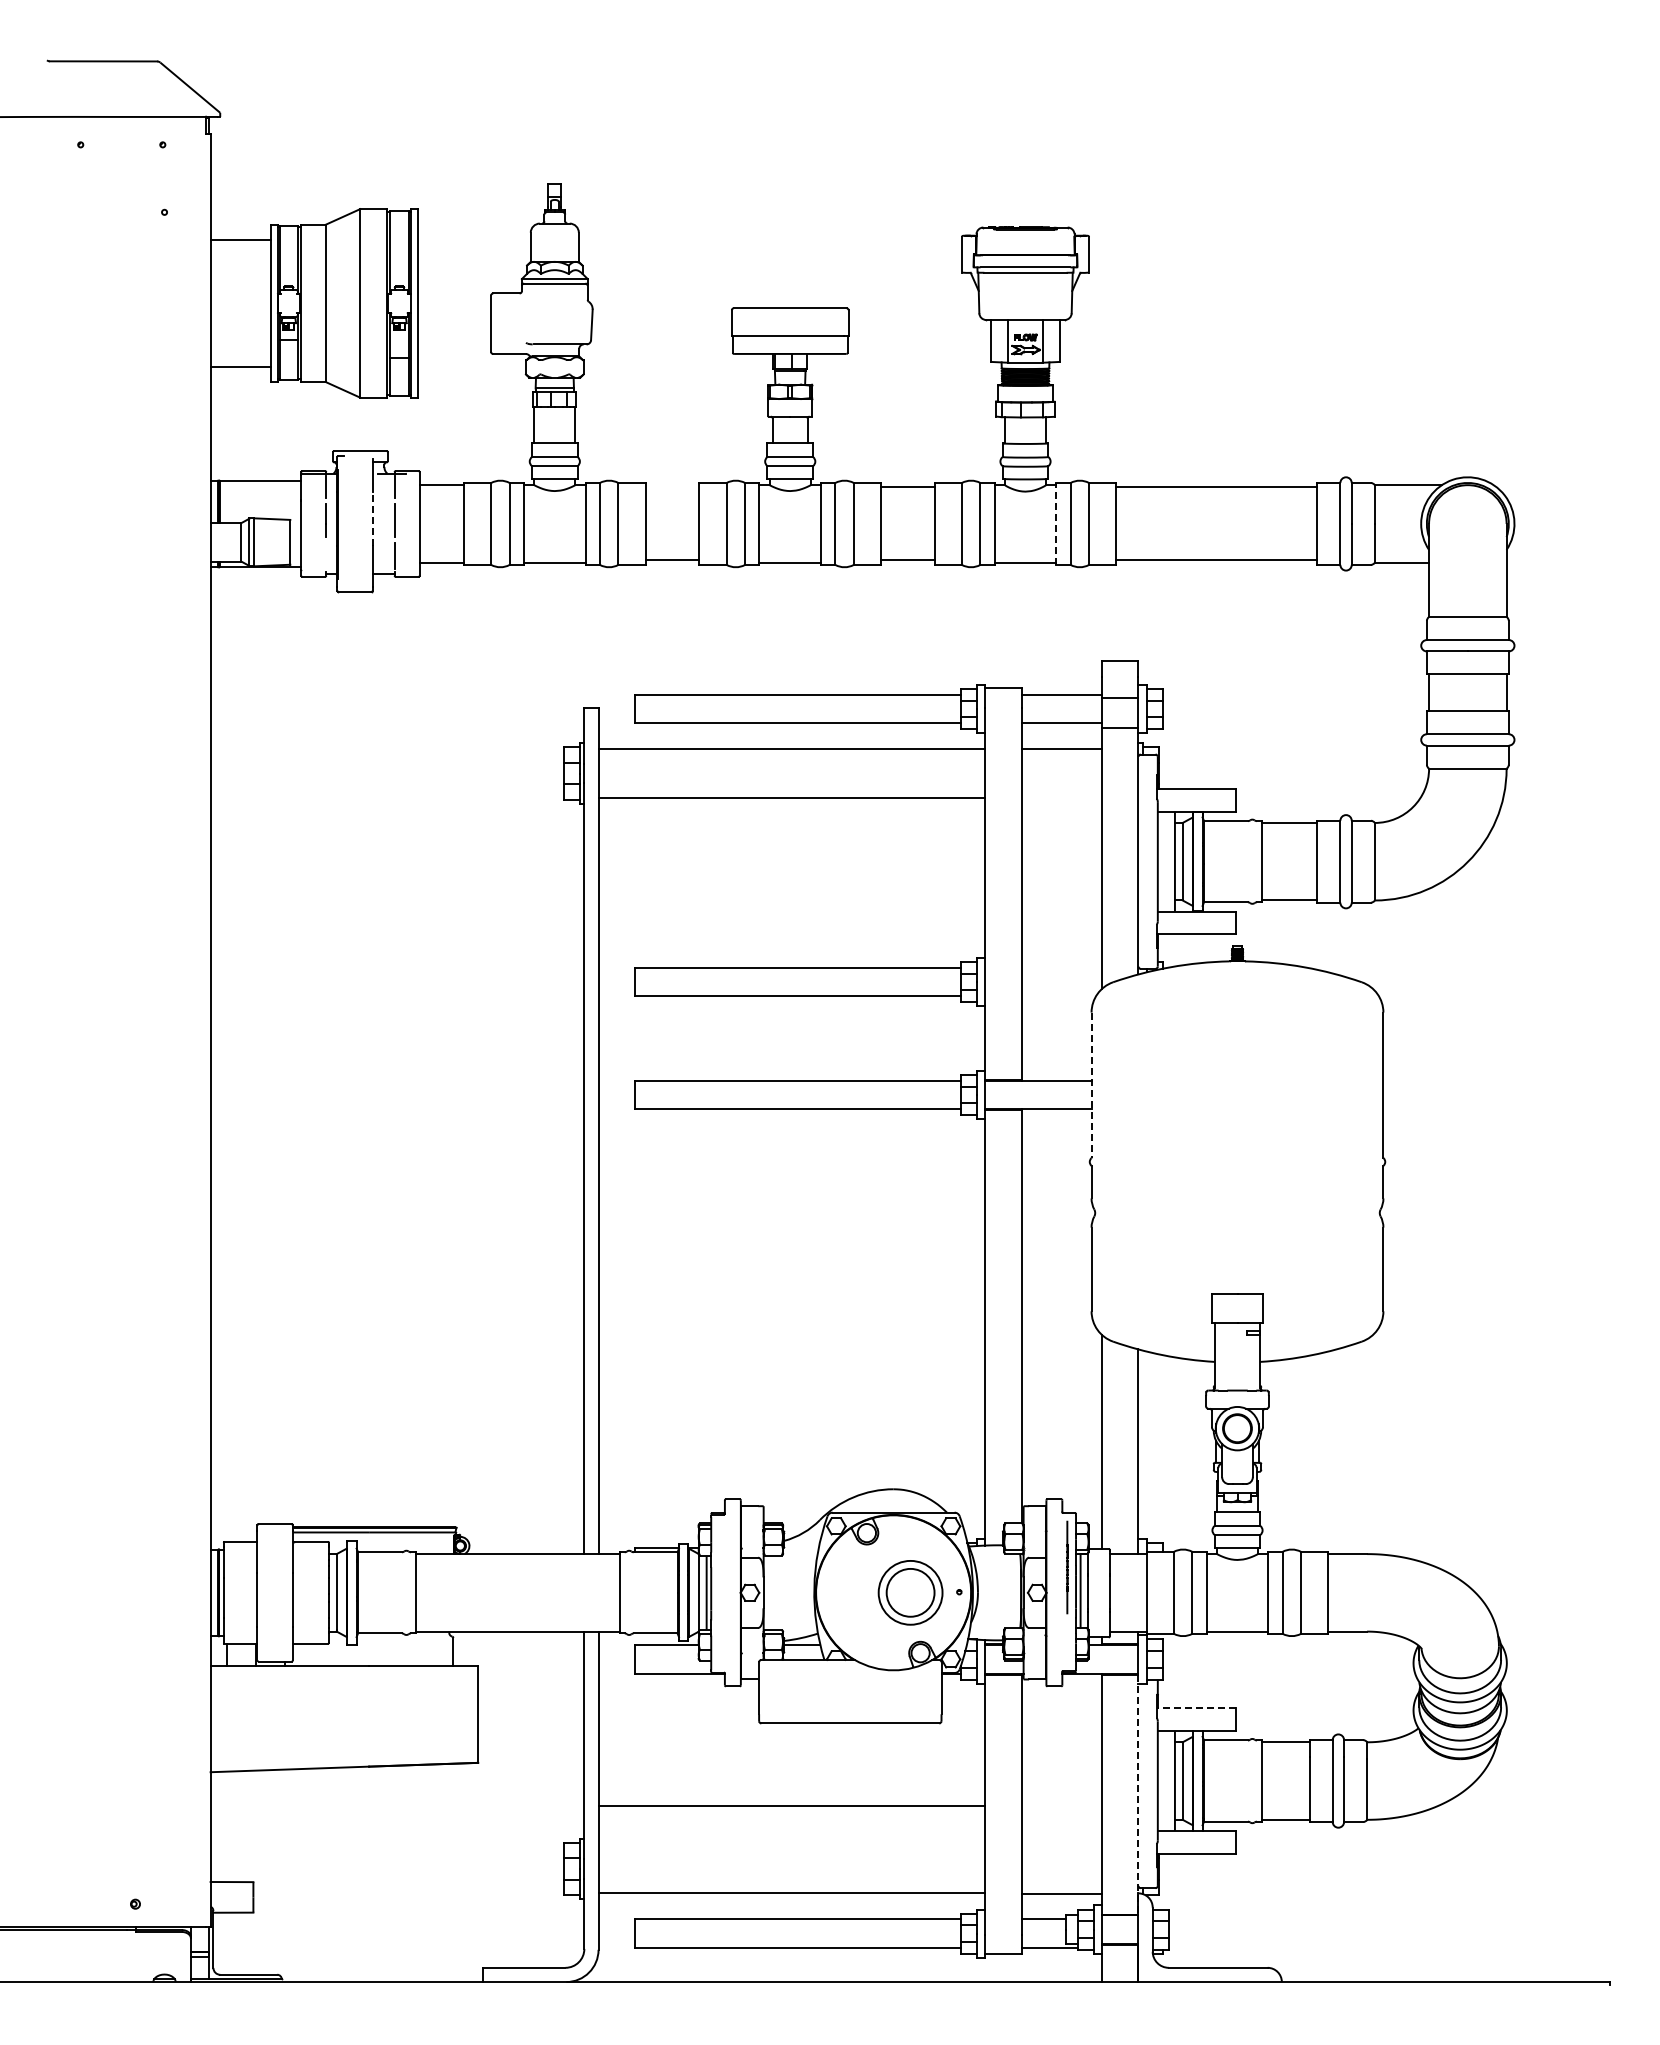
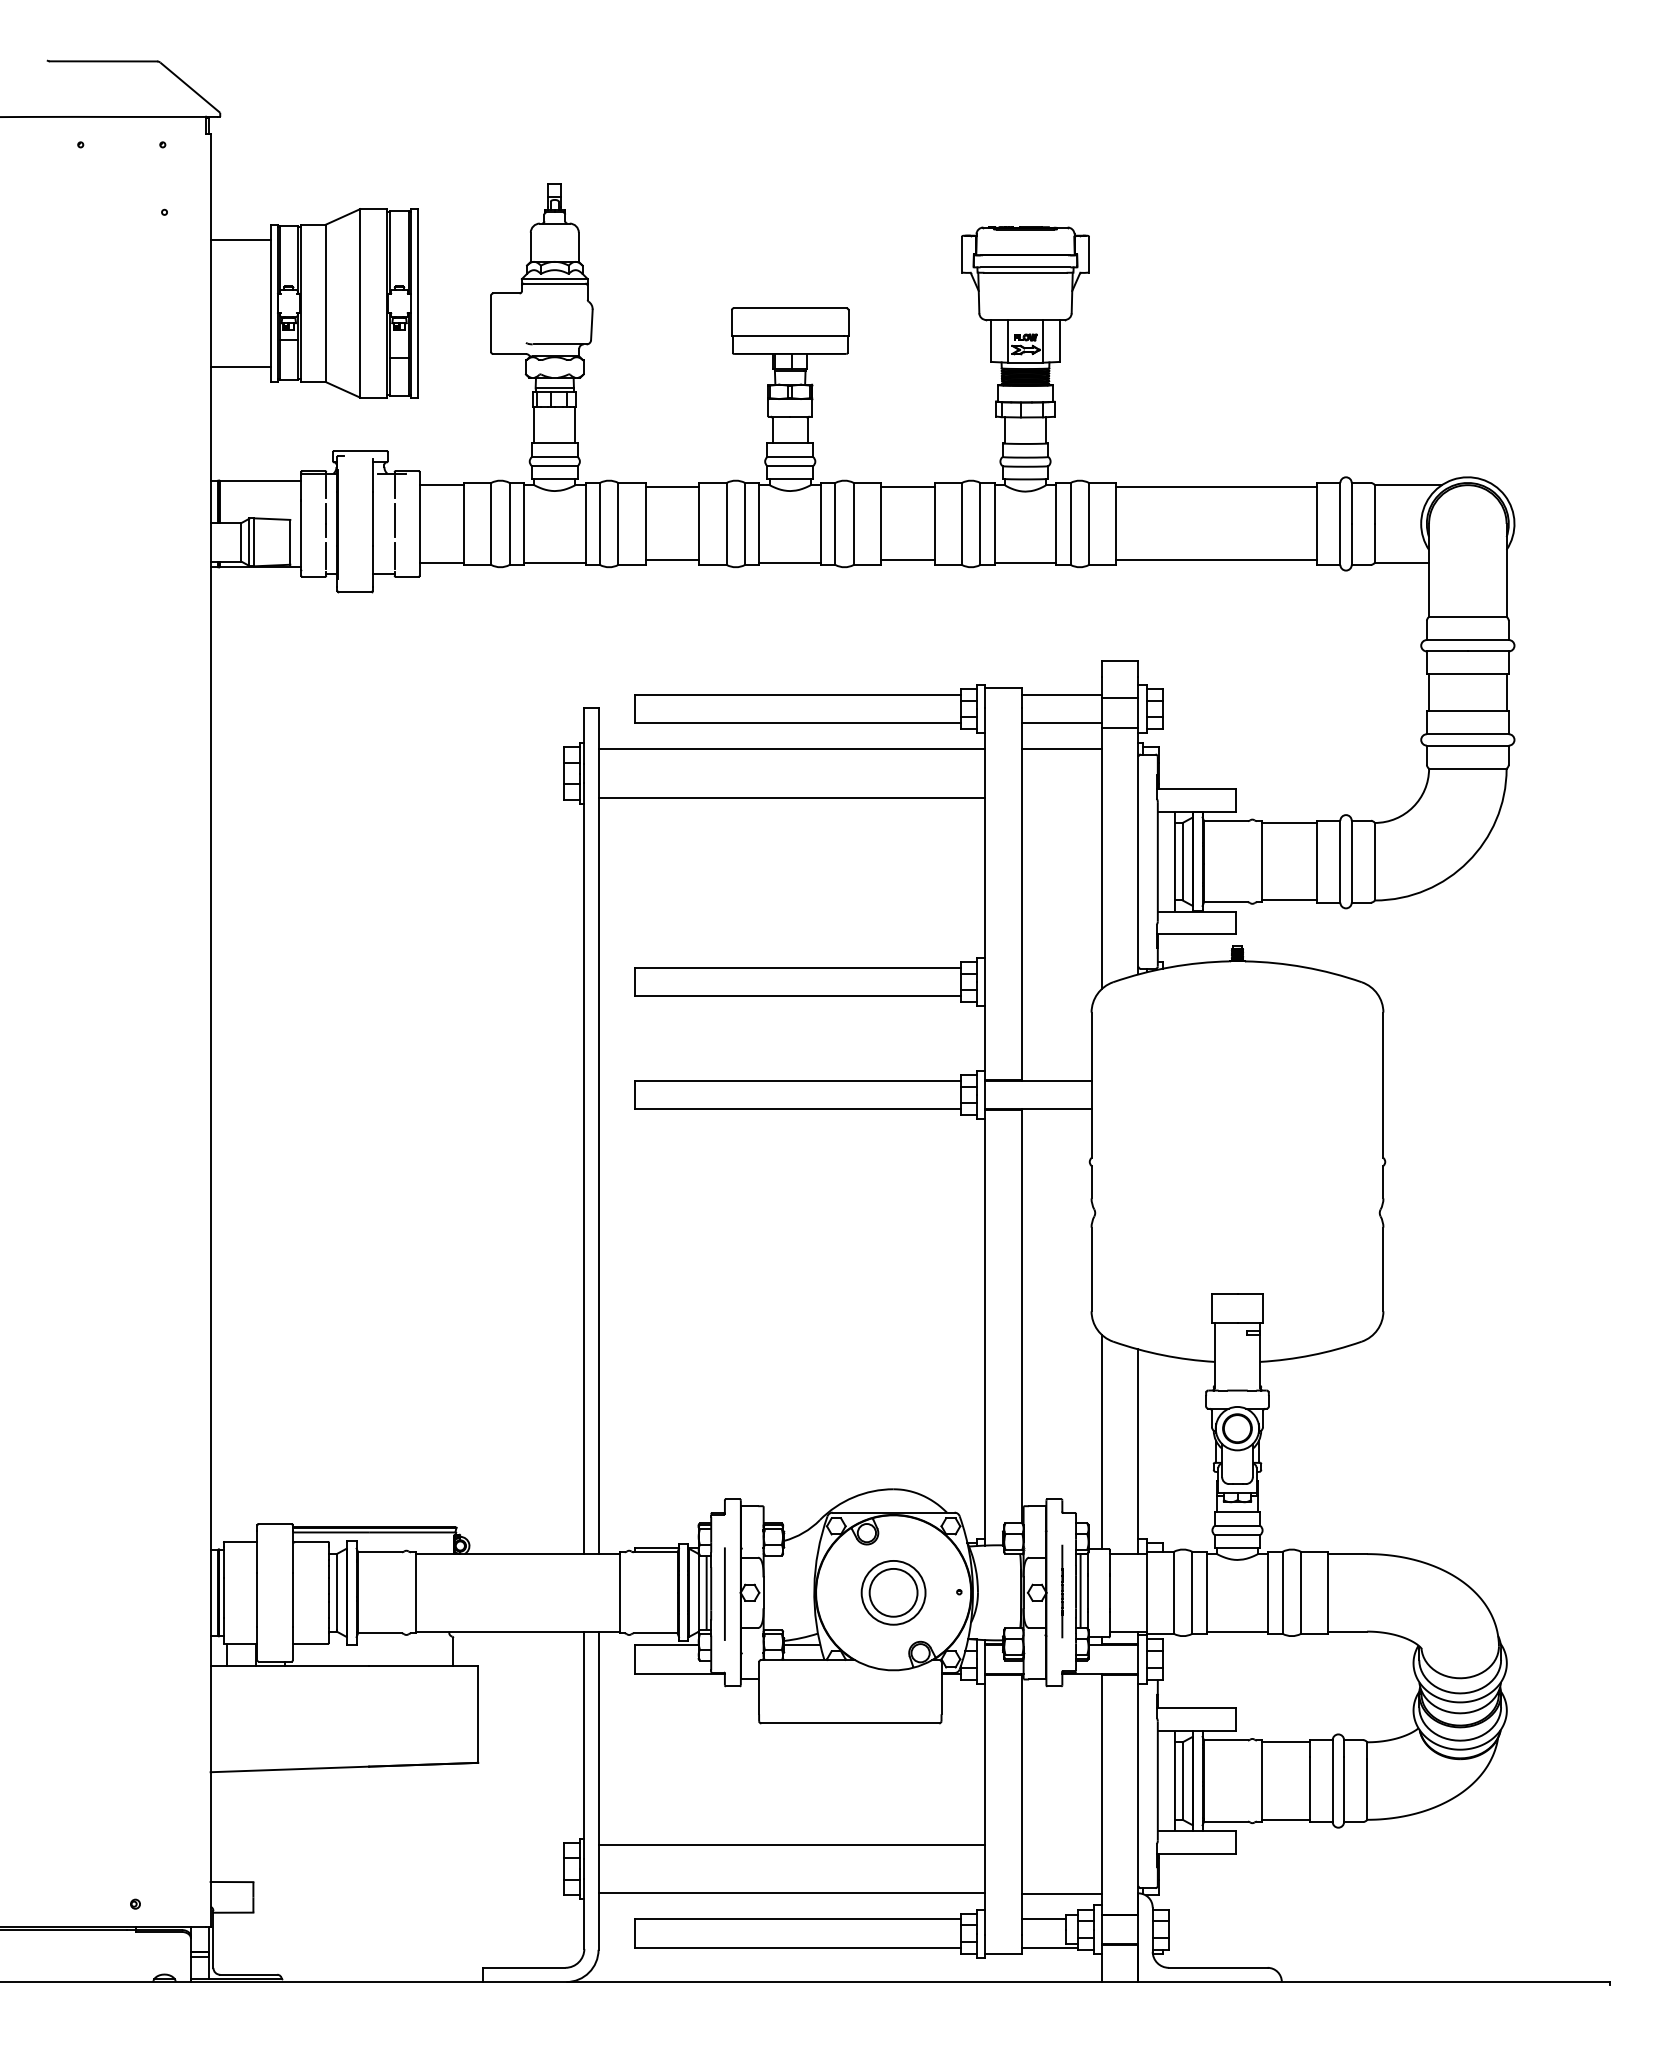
line at (672, 487): none -> present
line at (372, 519): dashed -> solid
line at (1056, 523): dashed -> solid
line at (326, 555): none -> present
line at (1091, 1085): dashed -> solid
line at (1067, 1567) position: (1067, 1567) -> (1062, 1591)
part at (910, 1592) position: (910, 1592) -> (893, 1592)
line at (724, 1593): none -> present
line at (1196, 1708): dashed -> solid
line at (1138, 1795): dashed -> solid
line at (791, 1805) position: (791, 1805) -> (791, 1844)
